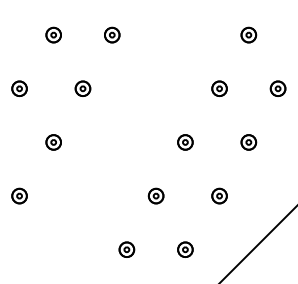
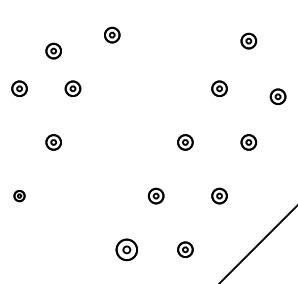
part at (53, 34) position: (53, 34) -> (53, 50)
part at (248, 34) position: (248, 34) -> (248, 40)
part at (82, 88) position: (82, 88) -> (72, 88)
part at (277, 88) position: (277, 88) -> (277, 96)
part at (19, 195) size: 17x18 px -> 13x13 px
part at (126, 249) size: 18x17 px -> 23x24 px
